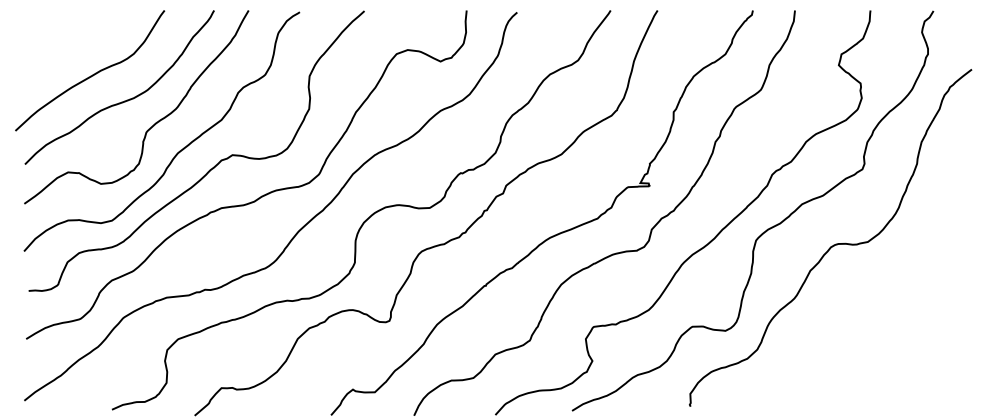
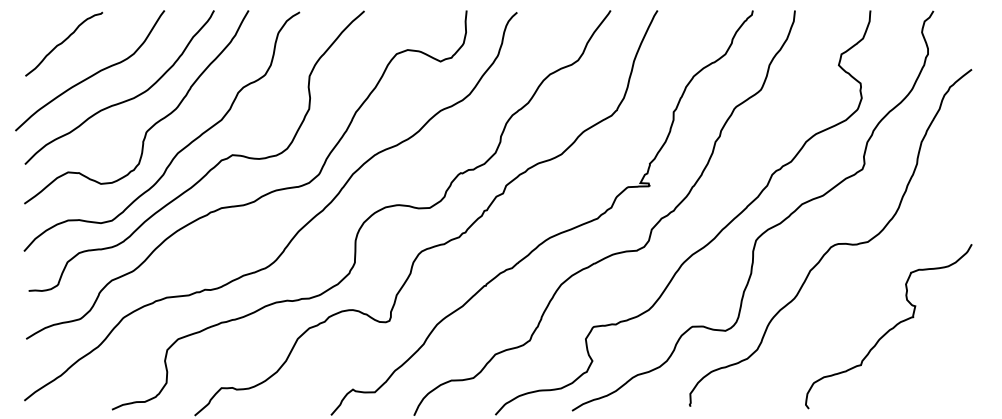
curve at (64, 42): none -> present
curve at (890, 328): none -> present
